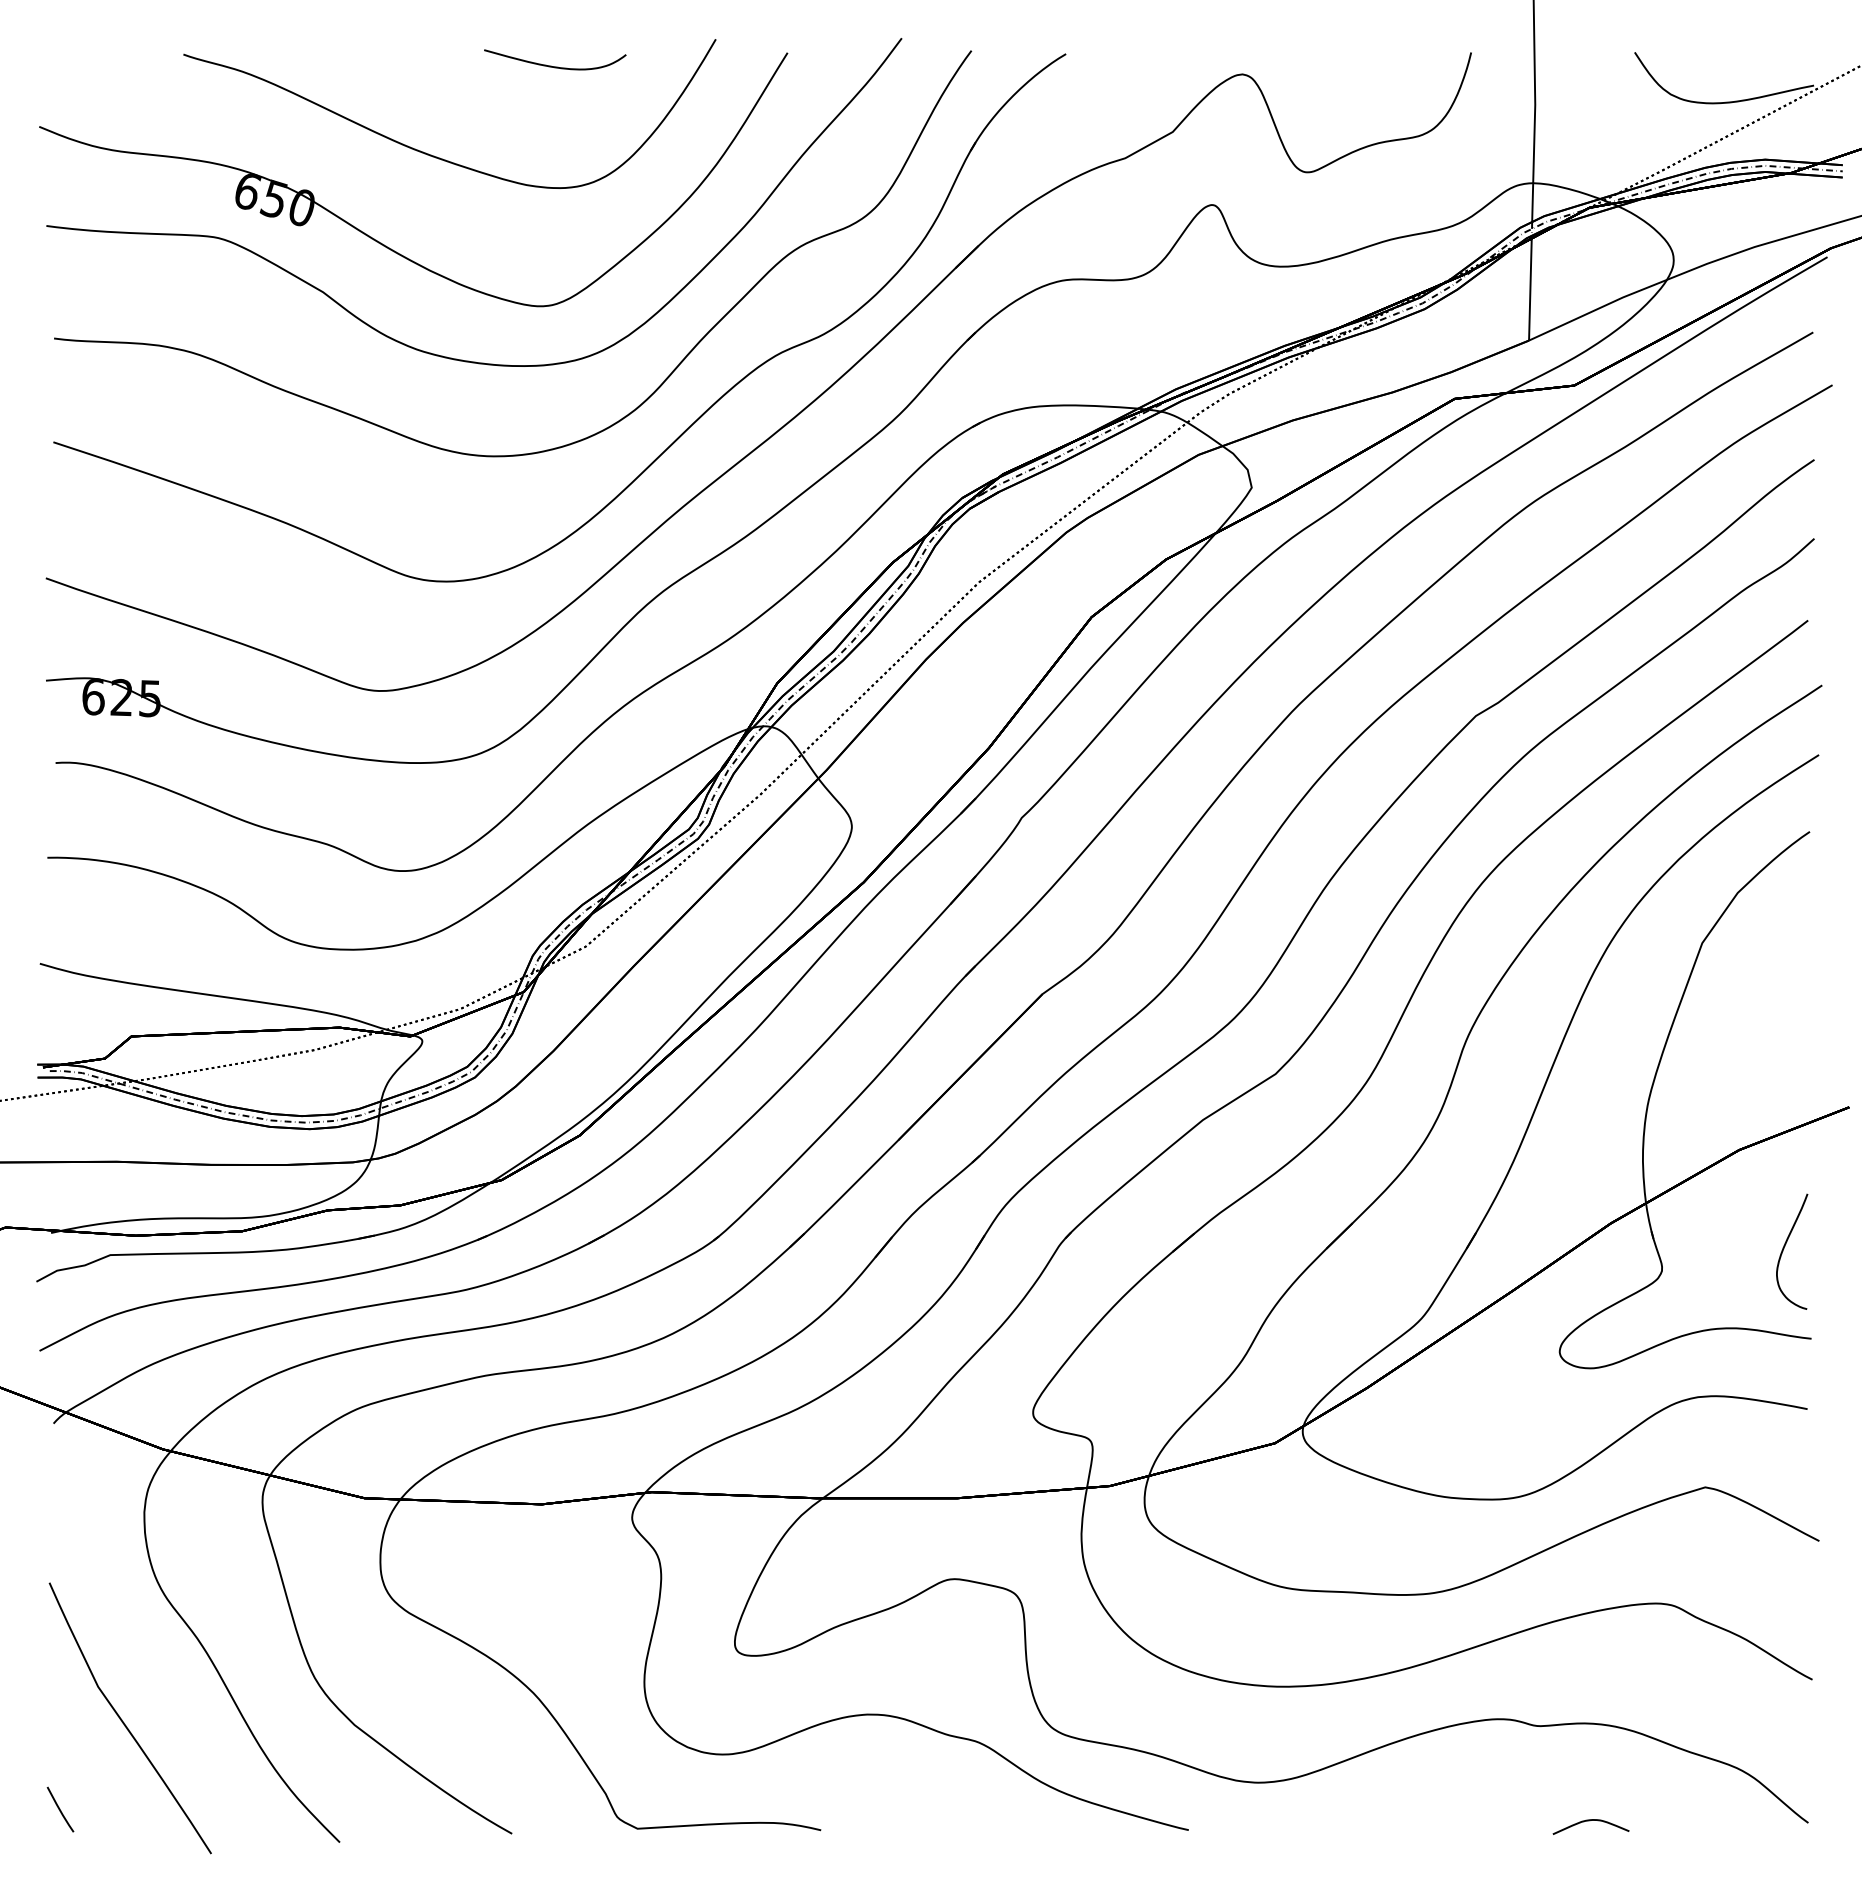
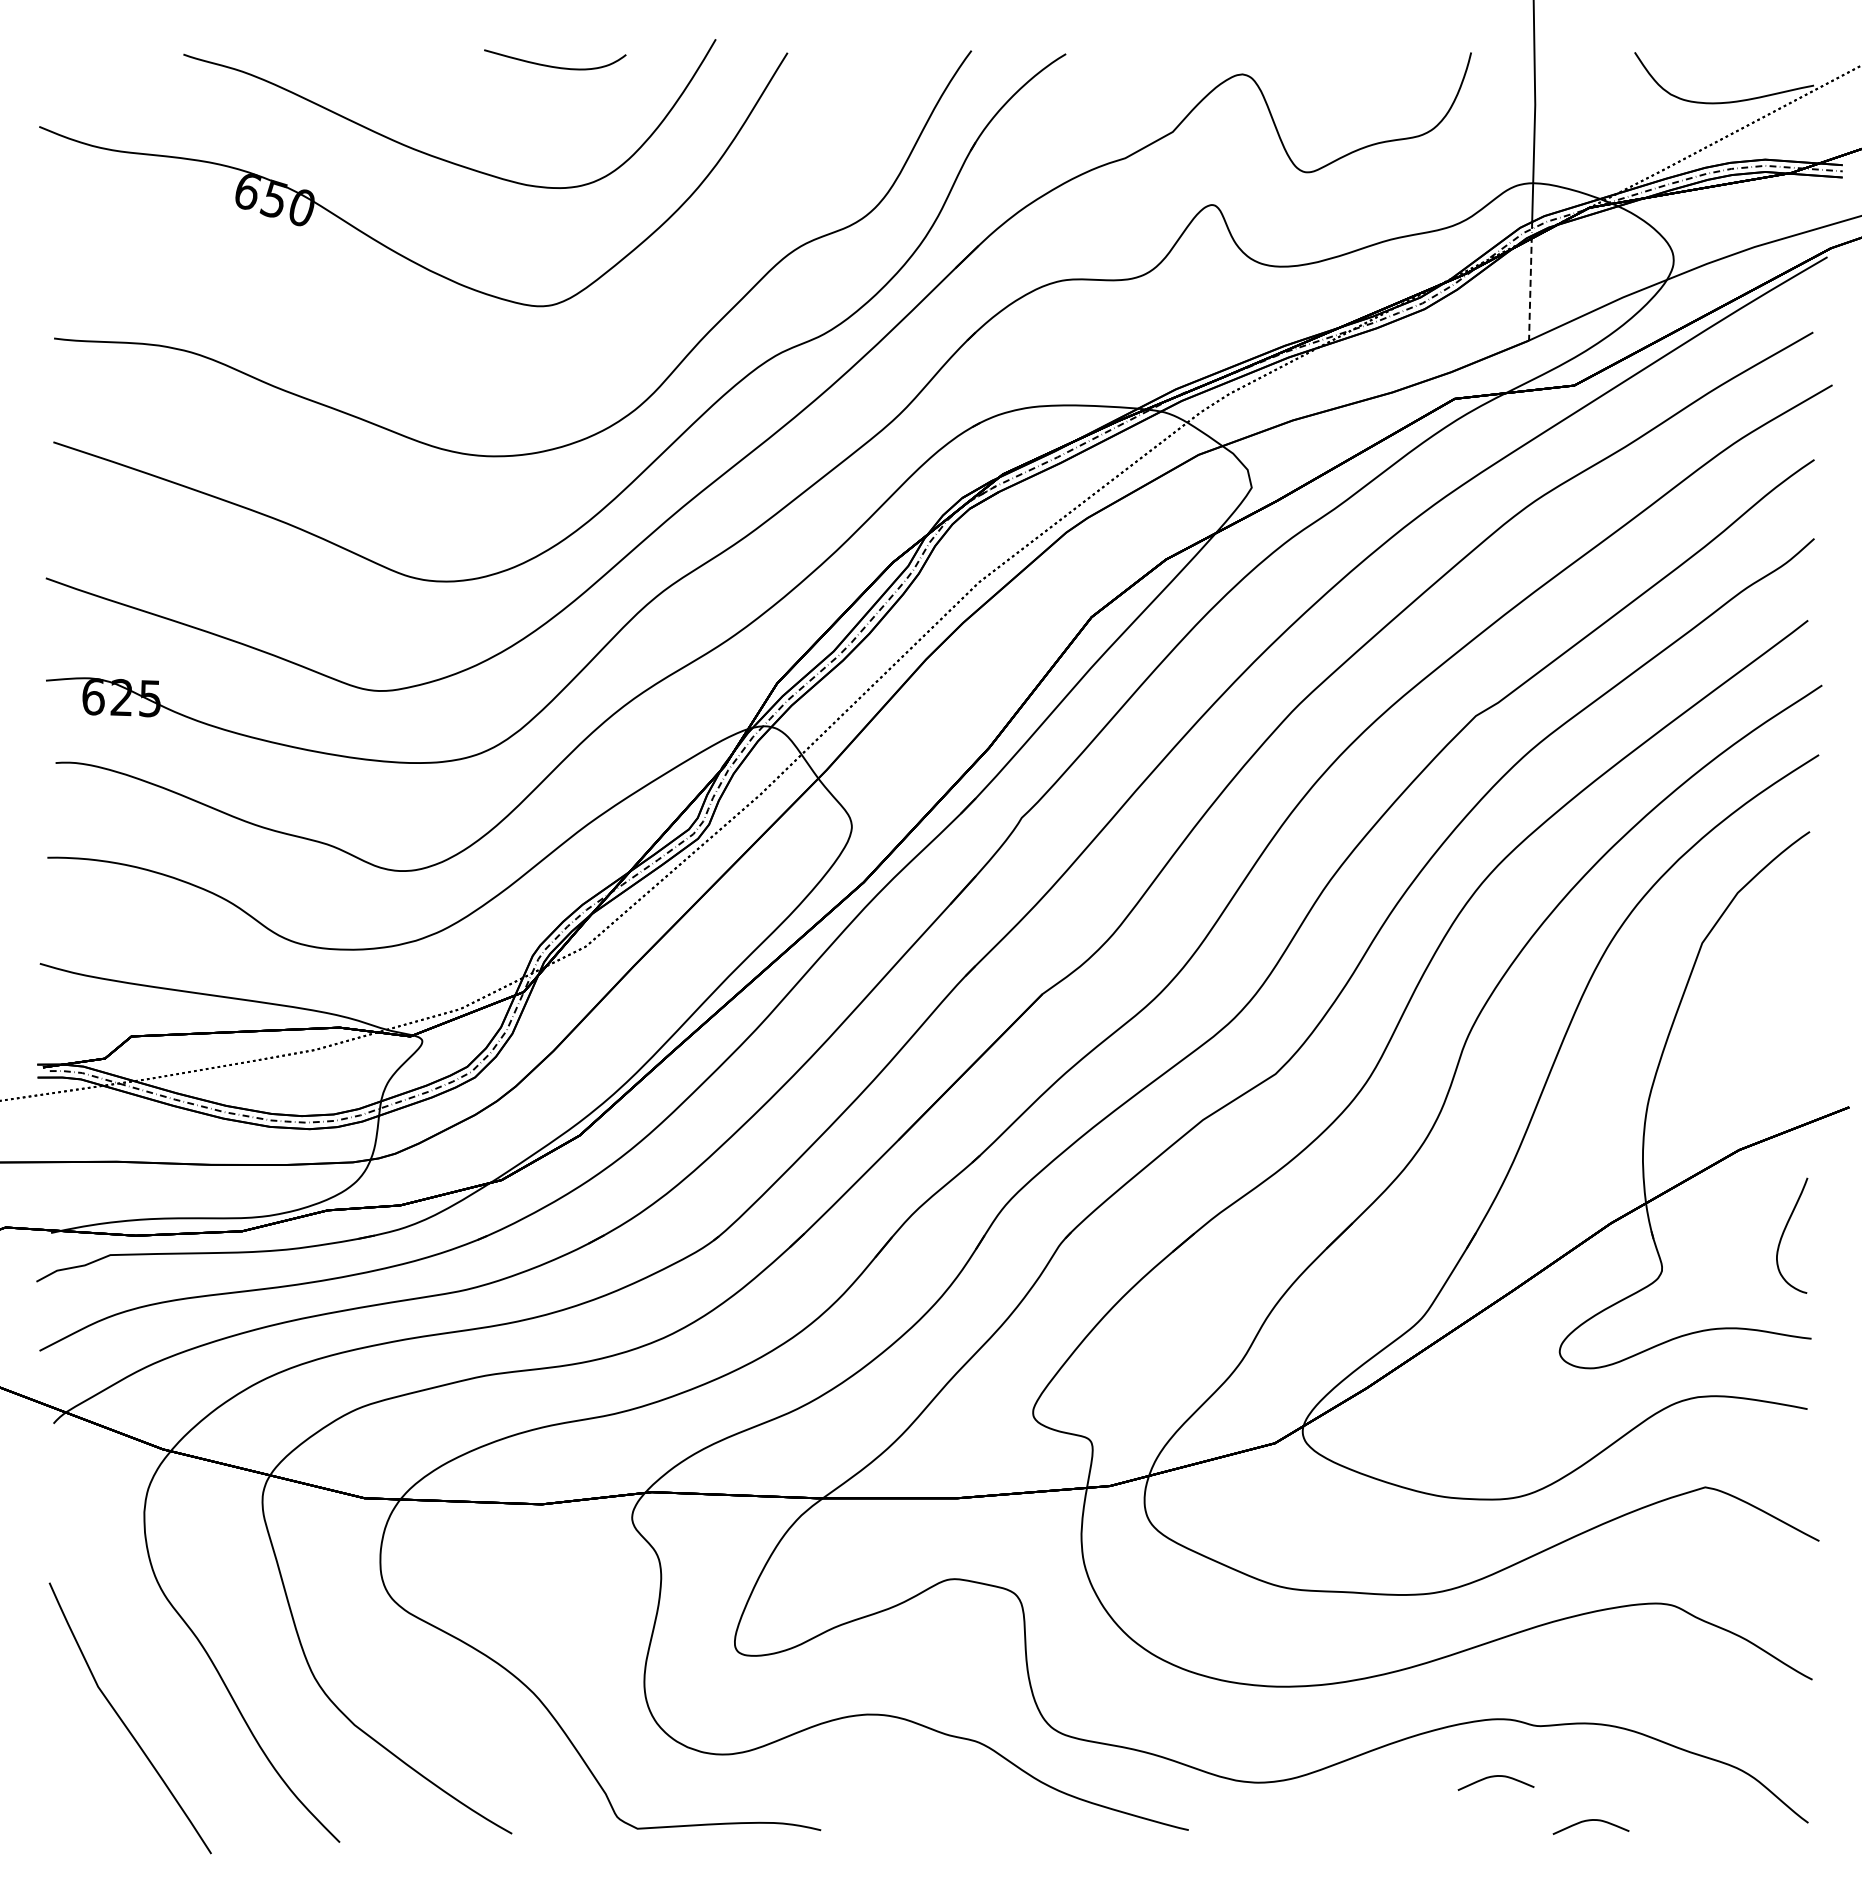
line at (1530, 287): solid -> dashed
curve at (438, 354): present -> none
curve at (1784, 1248) position: (1784, 1248) -> (1784, 1232)
curve at (1495, 1777): none -> present
line at (60, 1809): present -> none
